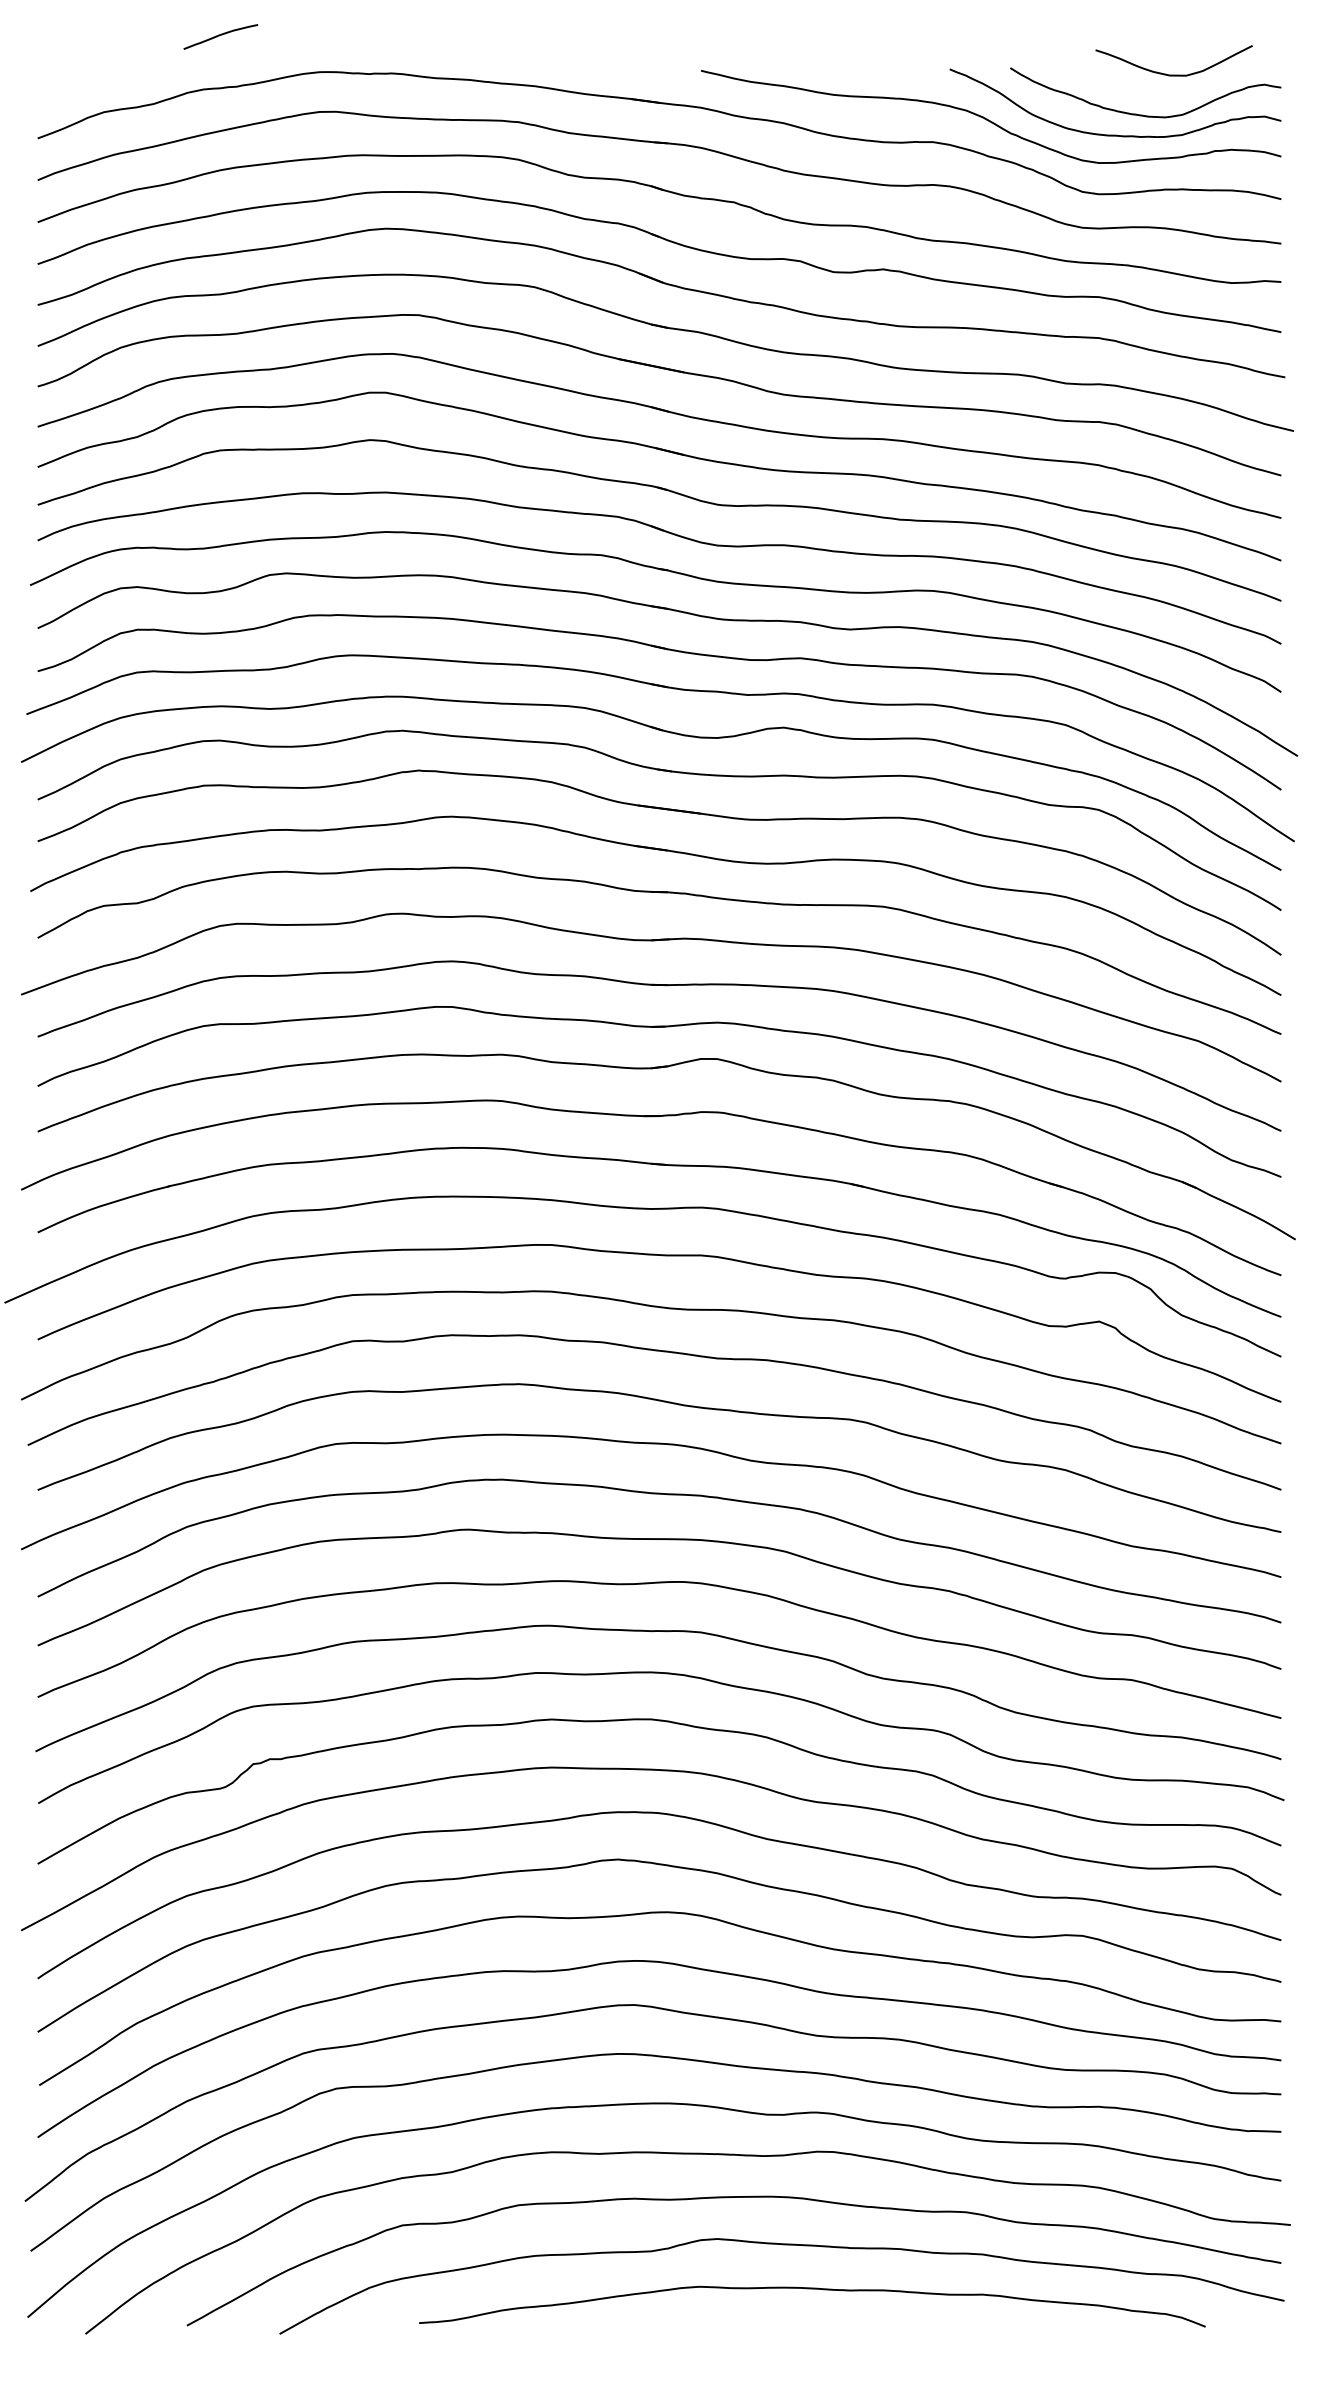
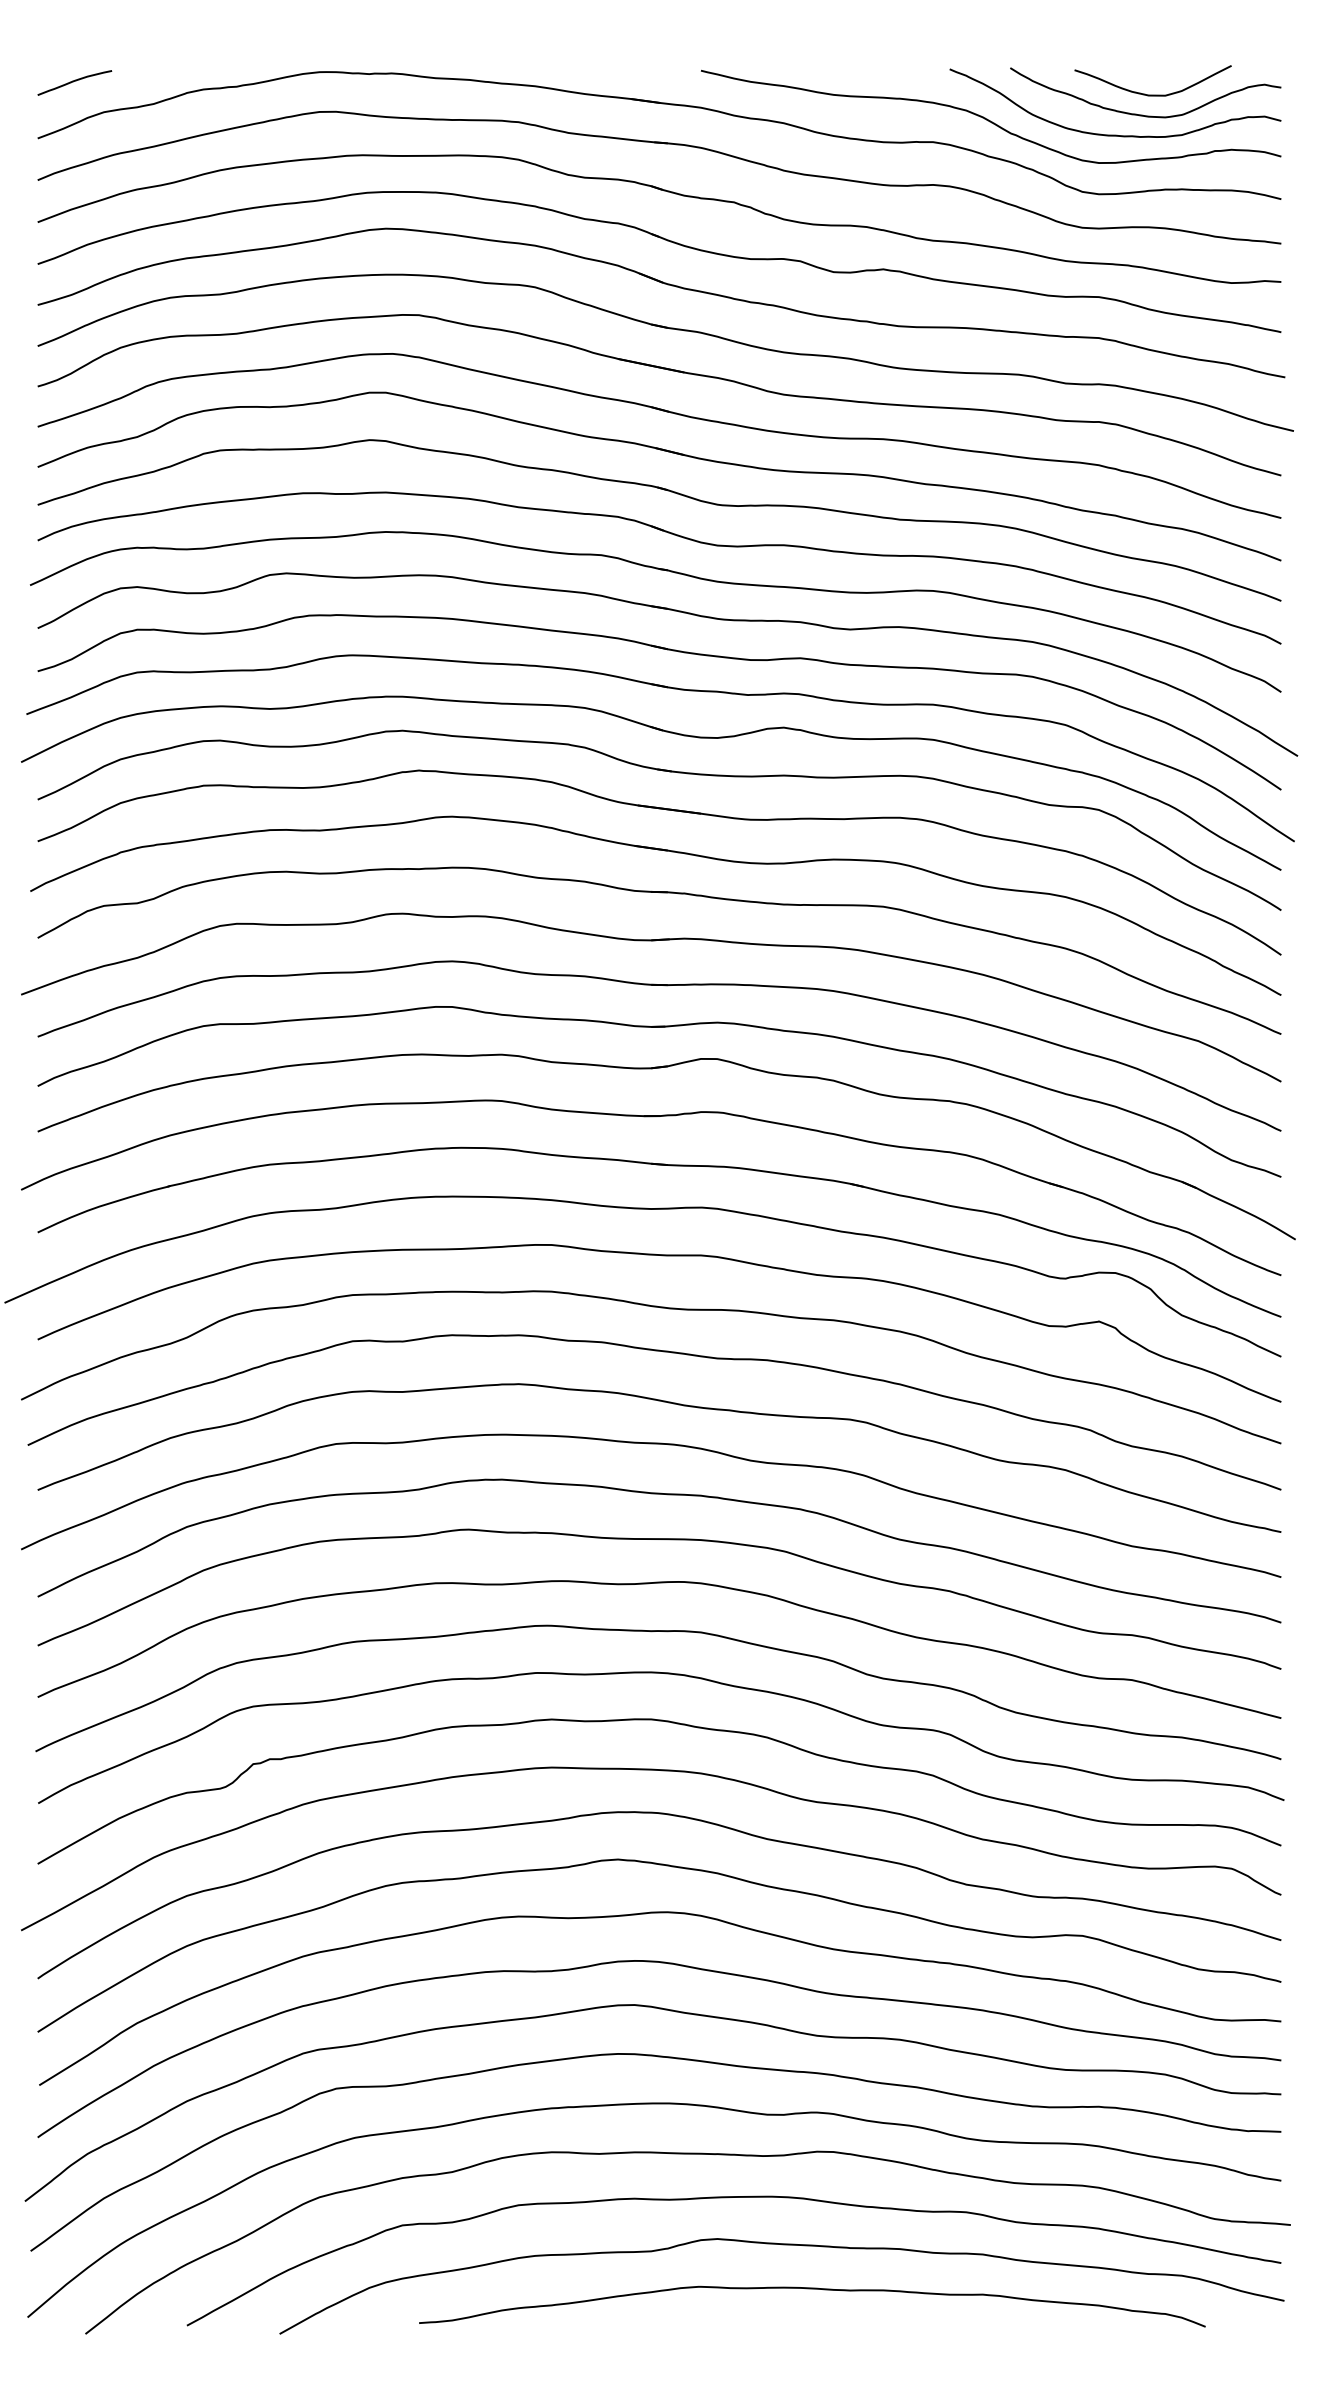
curve at (220, 35) position: (220, 35) -> (74, 81)
curve at (1173, 74) position: (1173, 74) -> (1152, 94)
